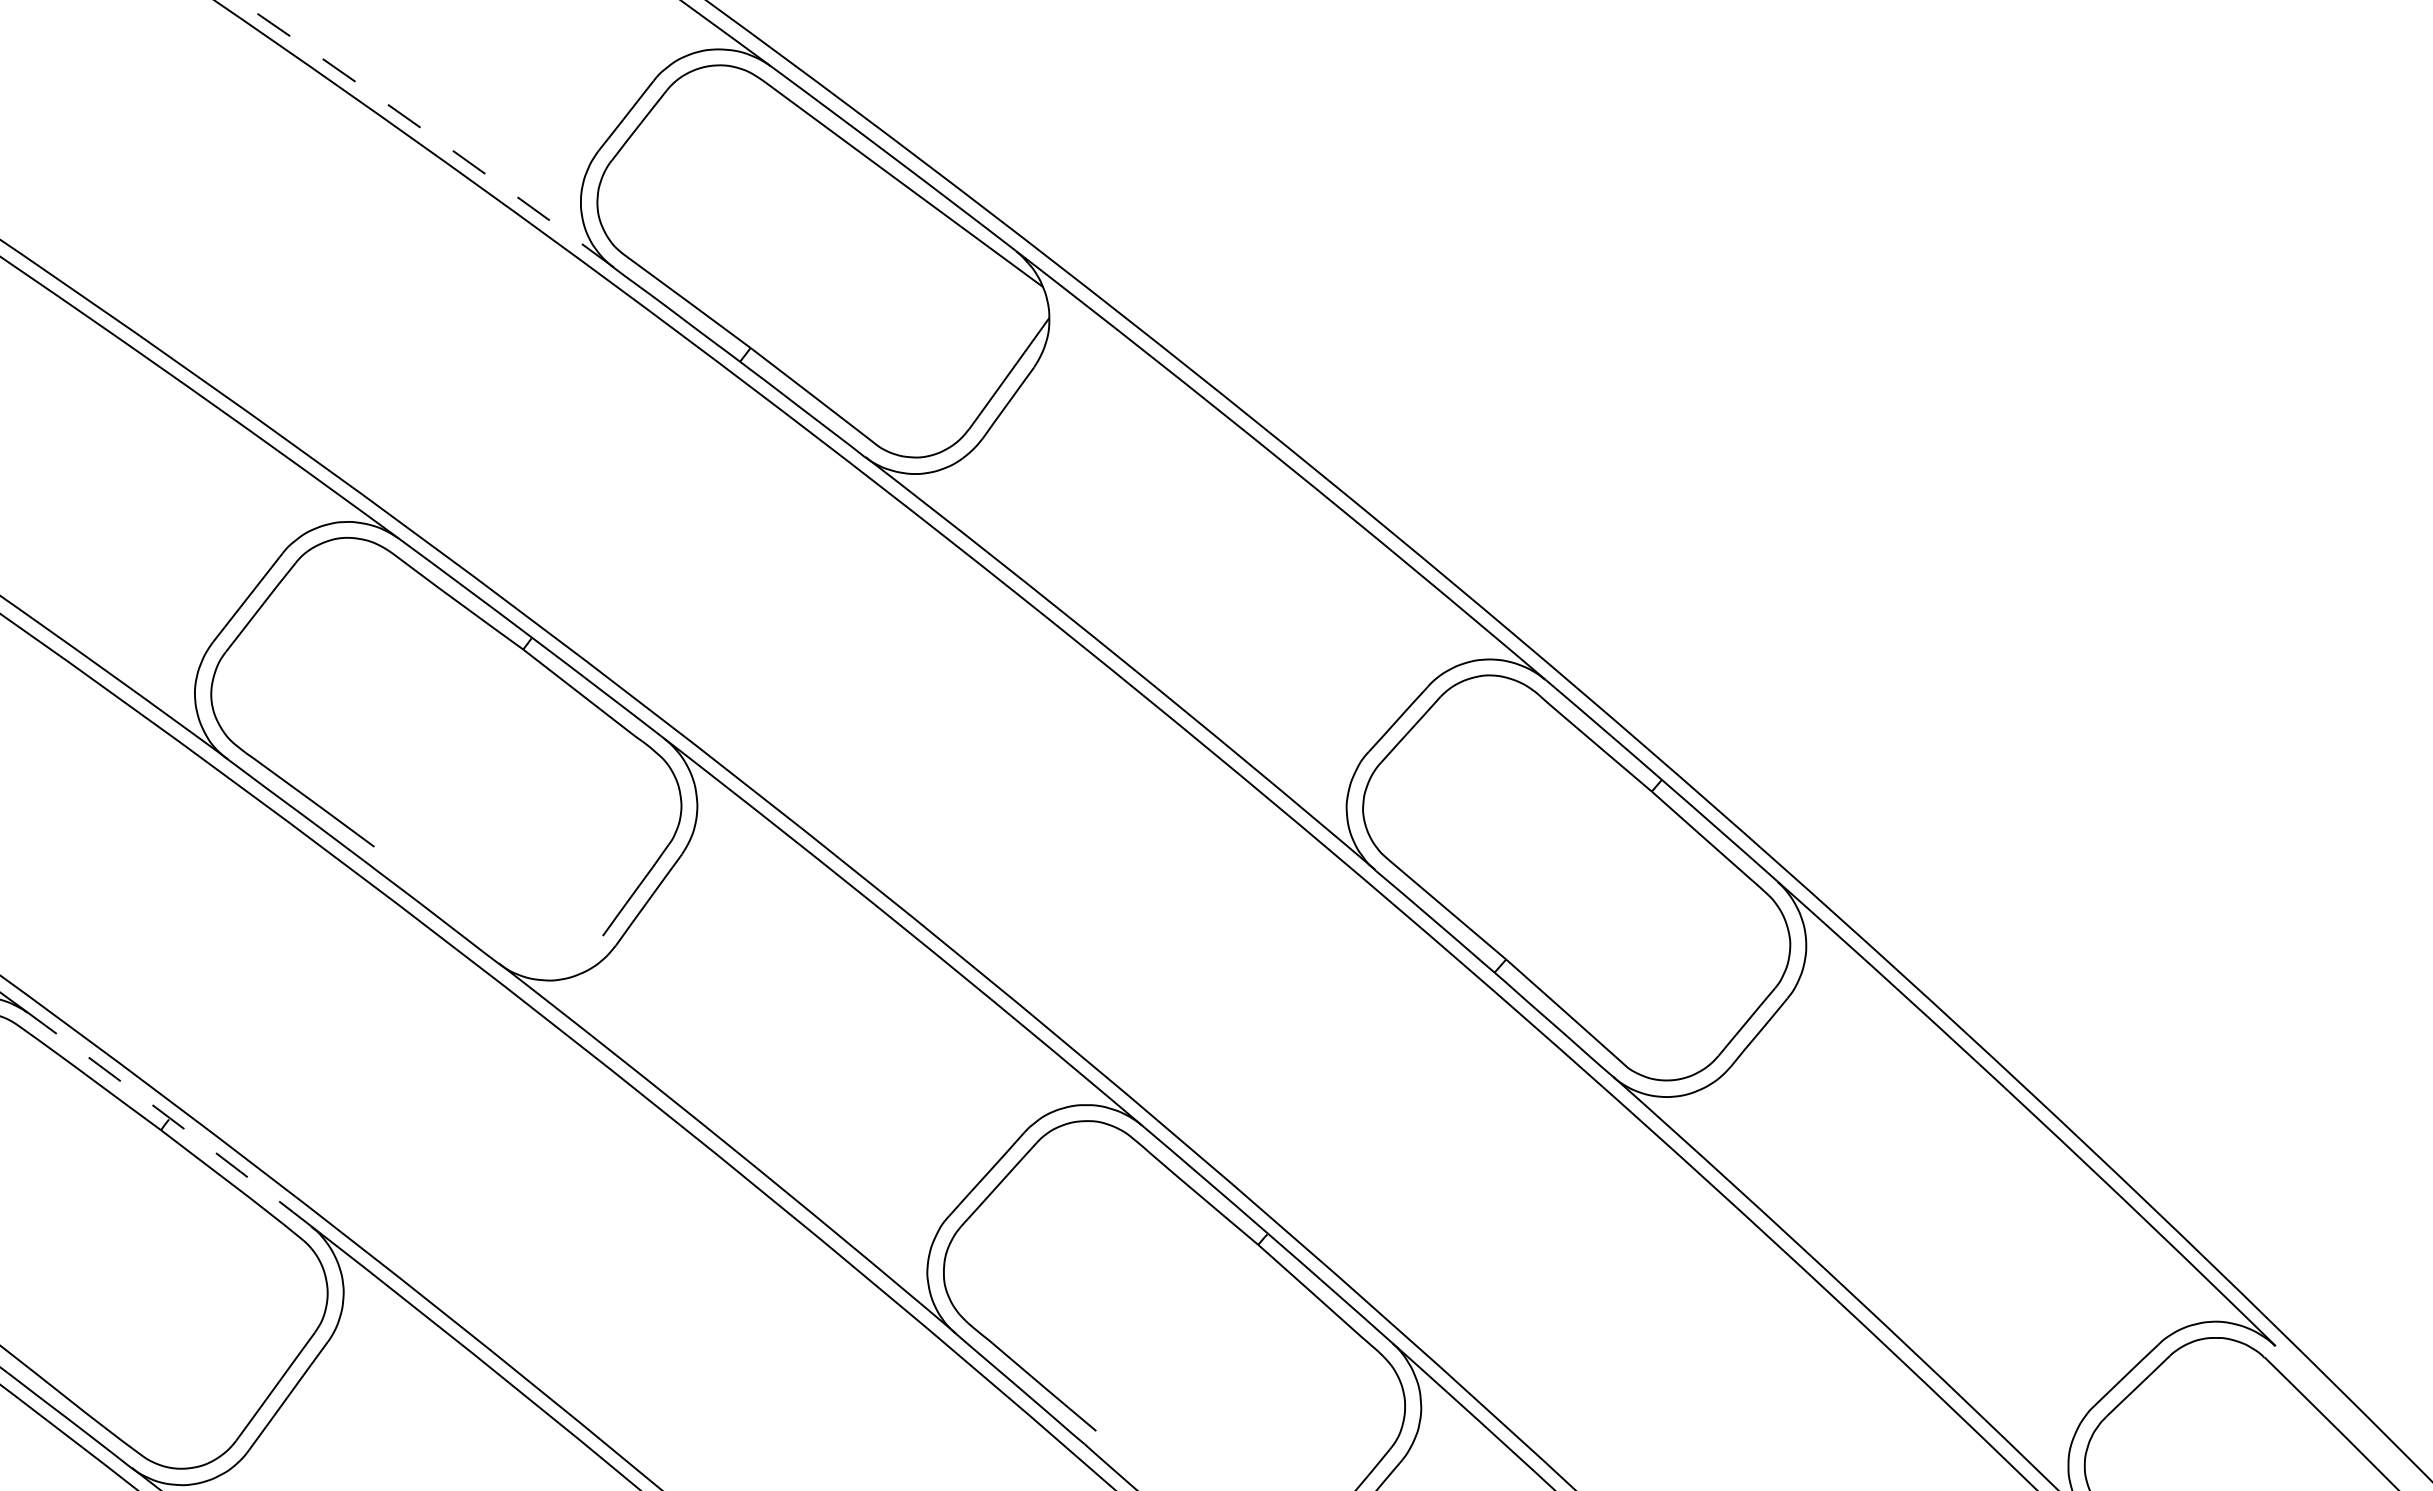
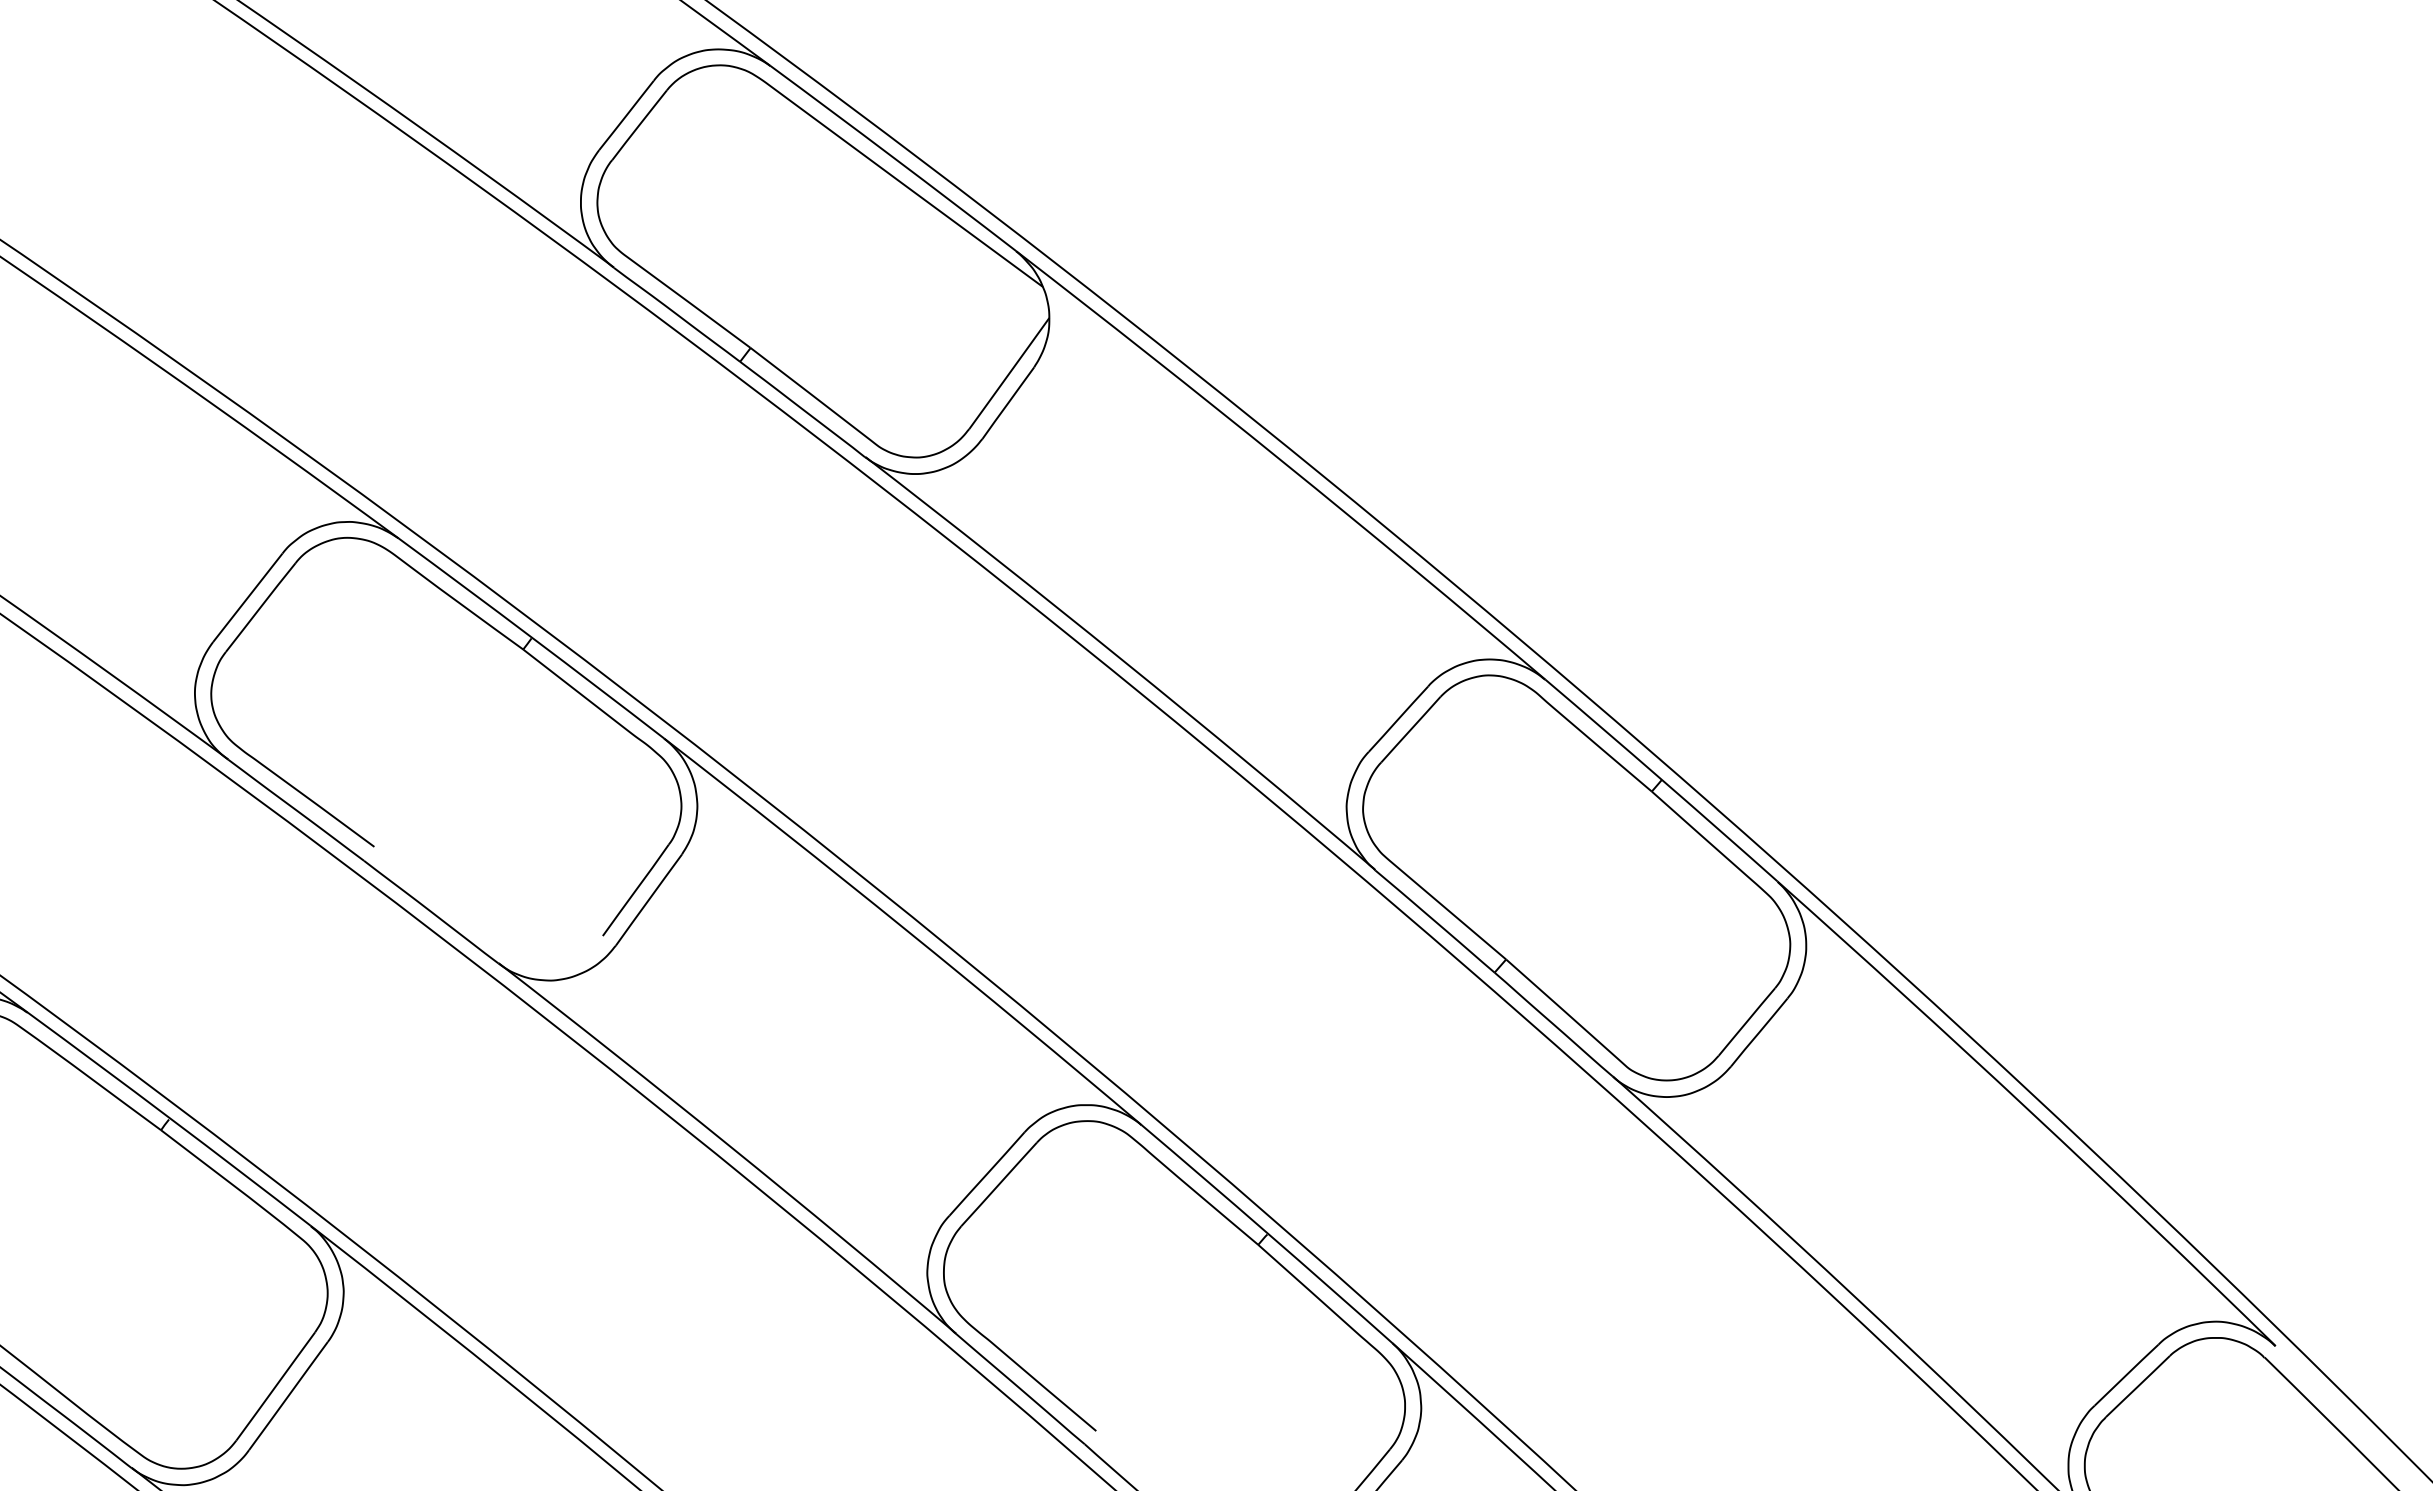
arc at (426, 132): dashed -> solid
arc at (169, 1118): dashed -> solid
